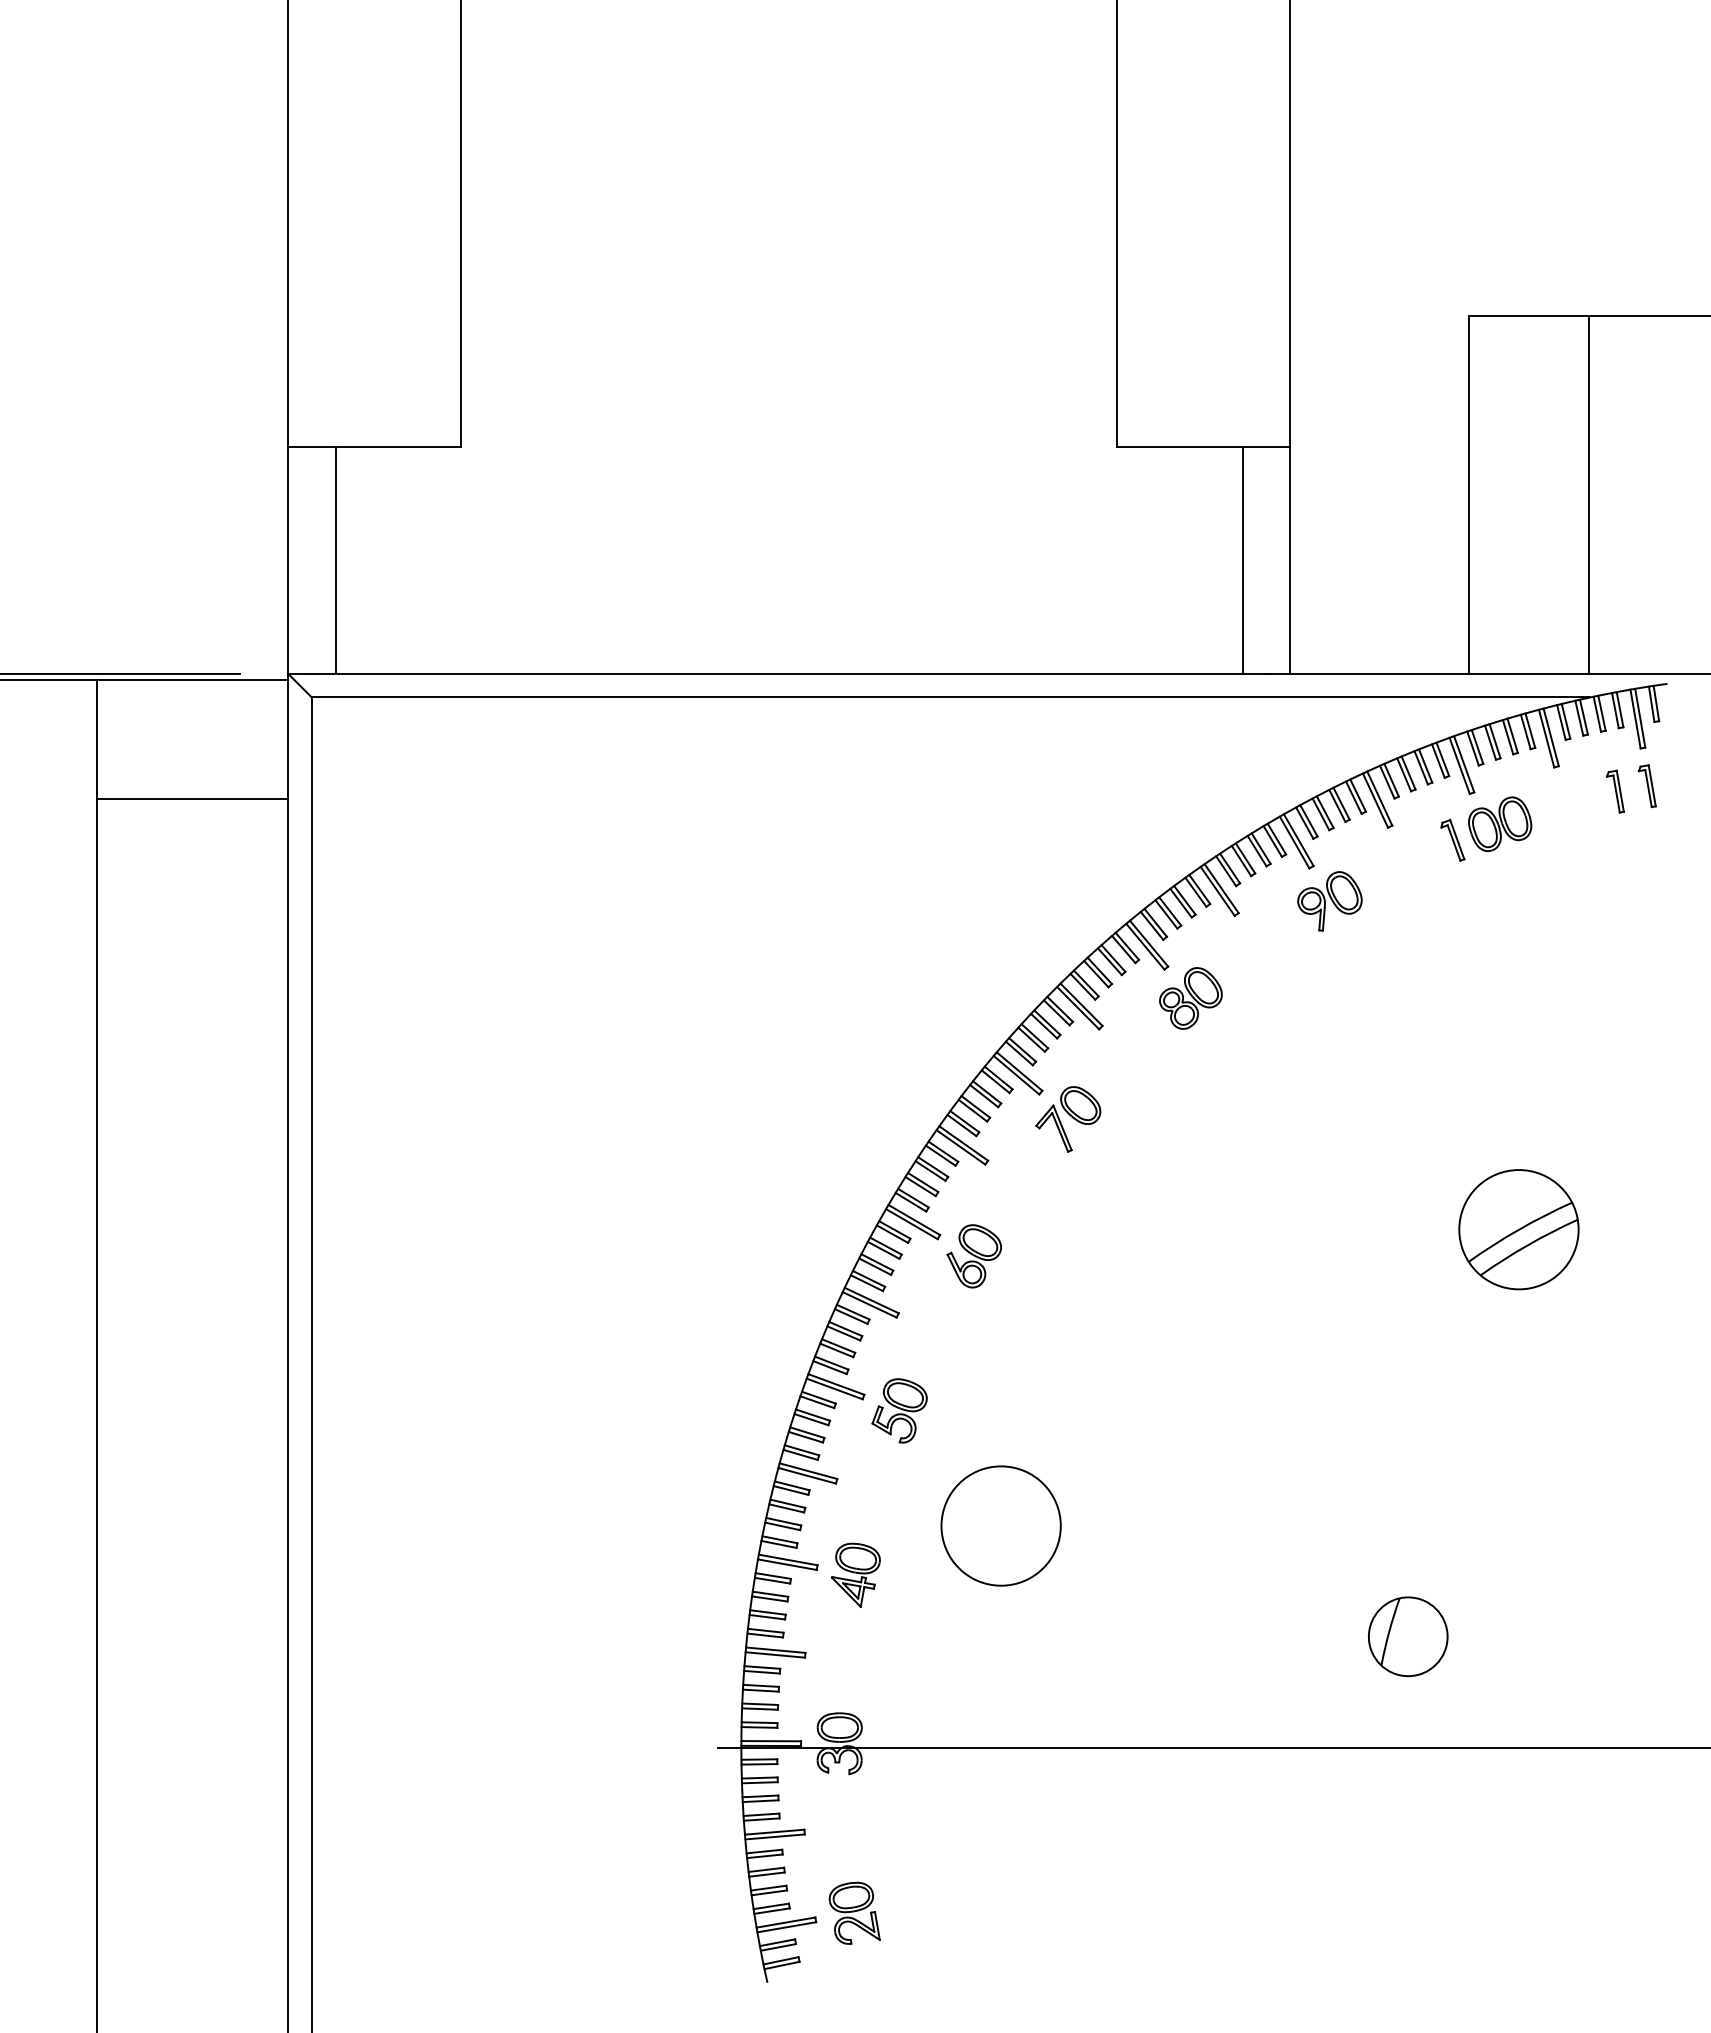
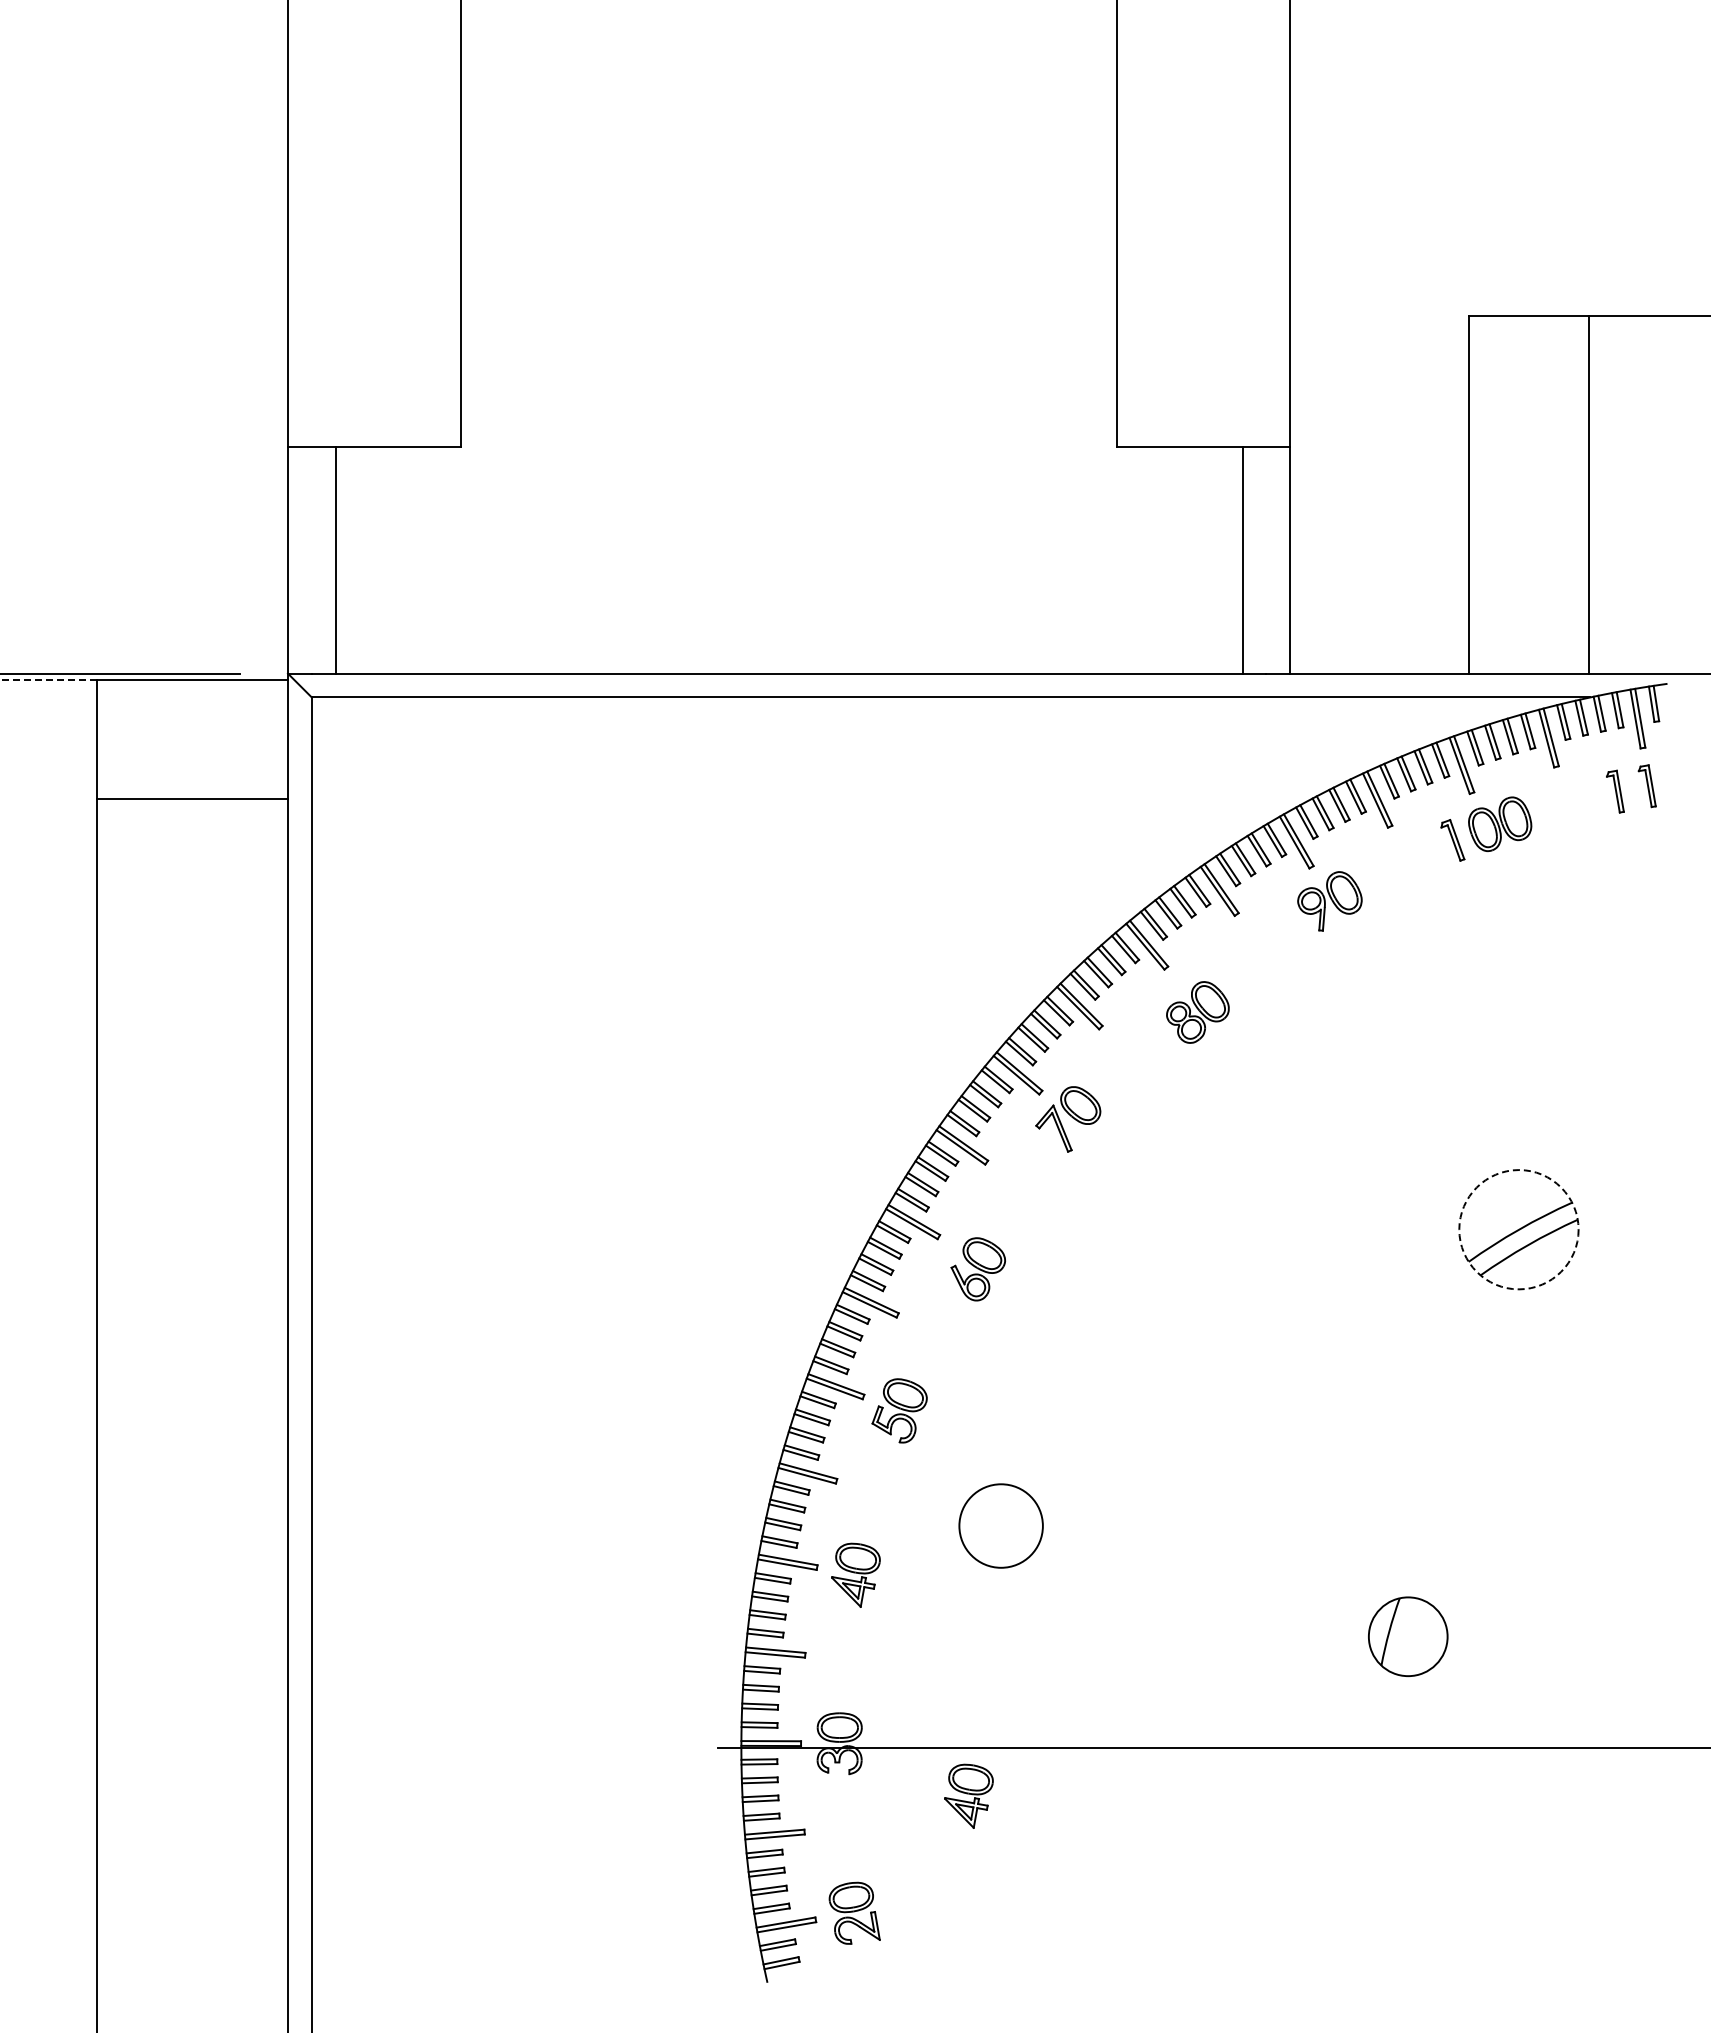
line at (48, 679): solid -> dashed
part at (1190, 998) position: (1190, 998) -> (1197, 1012)
circle at (1518, 1229): solid -> dashed
part at (973, 1256) position: (973, 1256) -> (977, 1269)
circle at (1000, 1525) diameter: 119 px -> 84 px
part at (968, 1795): none -> present
